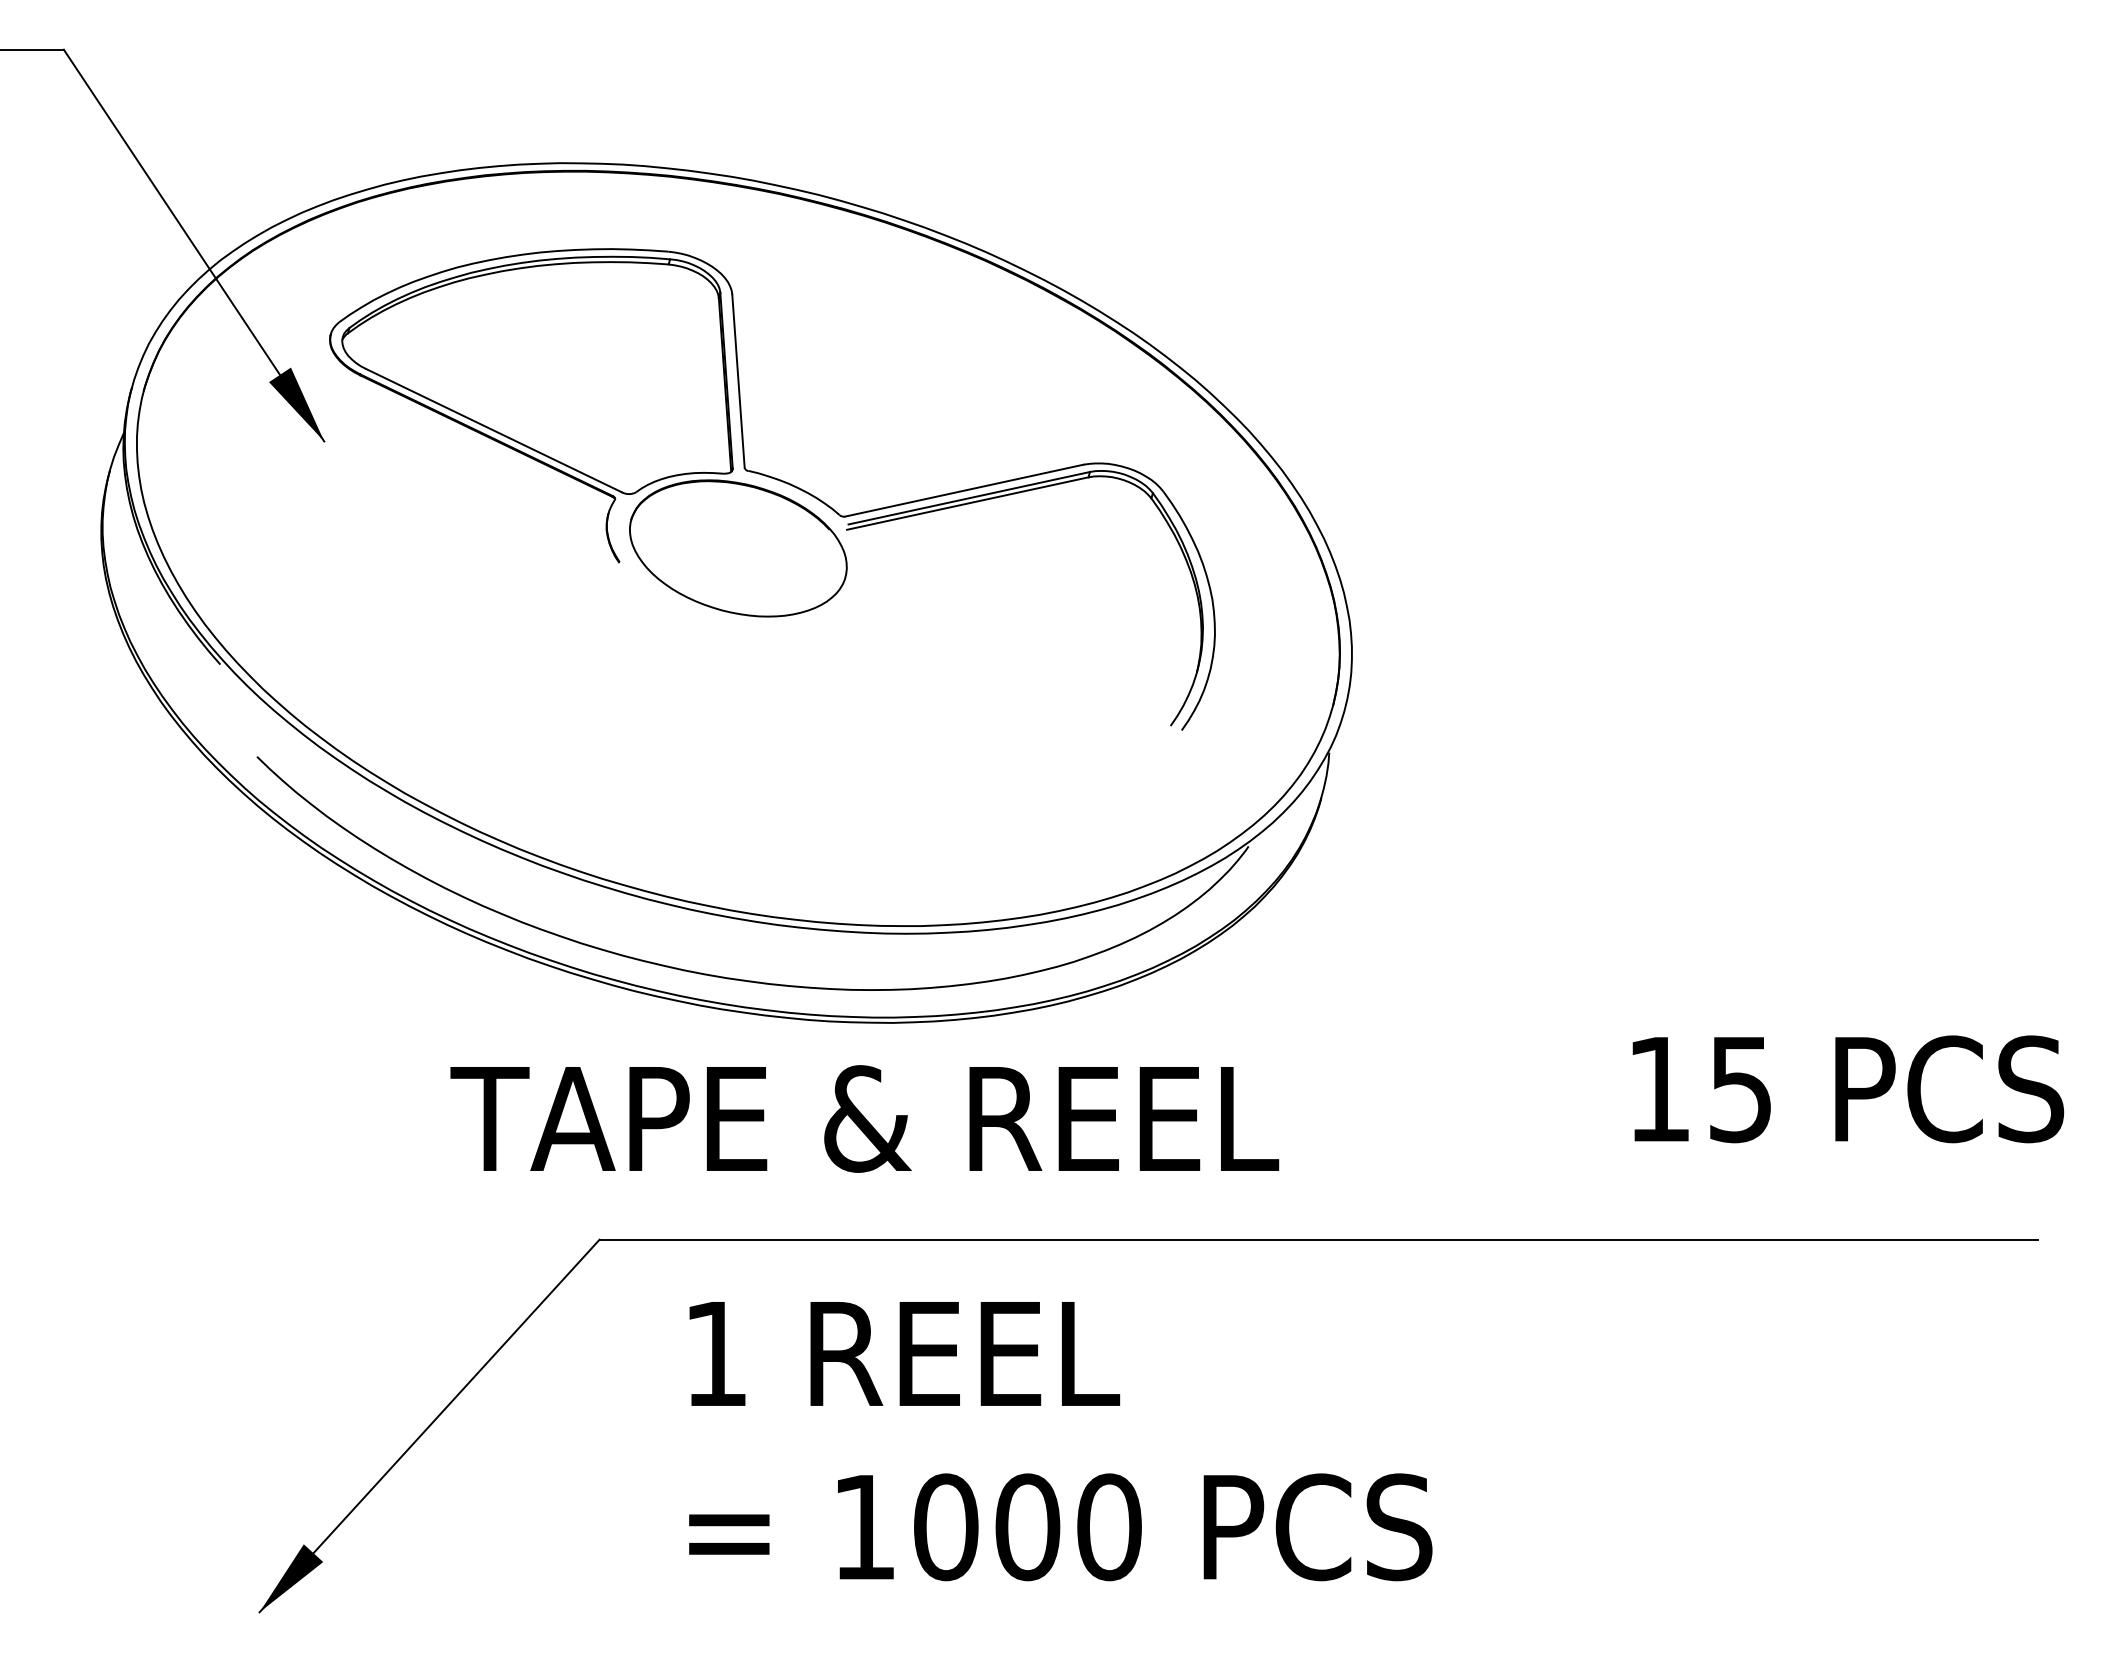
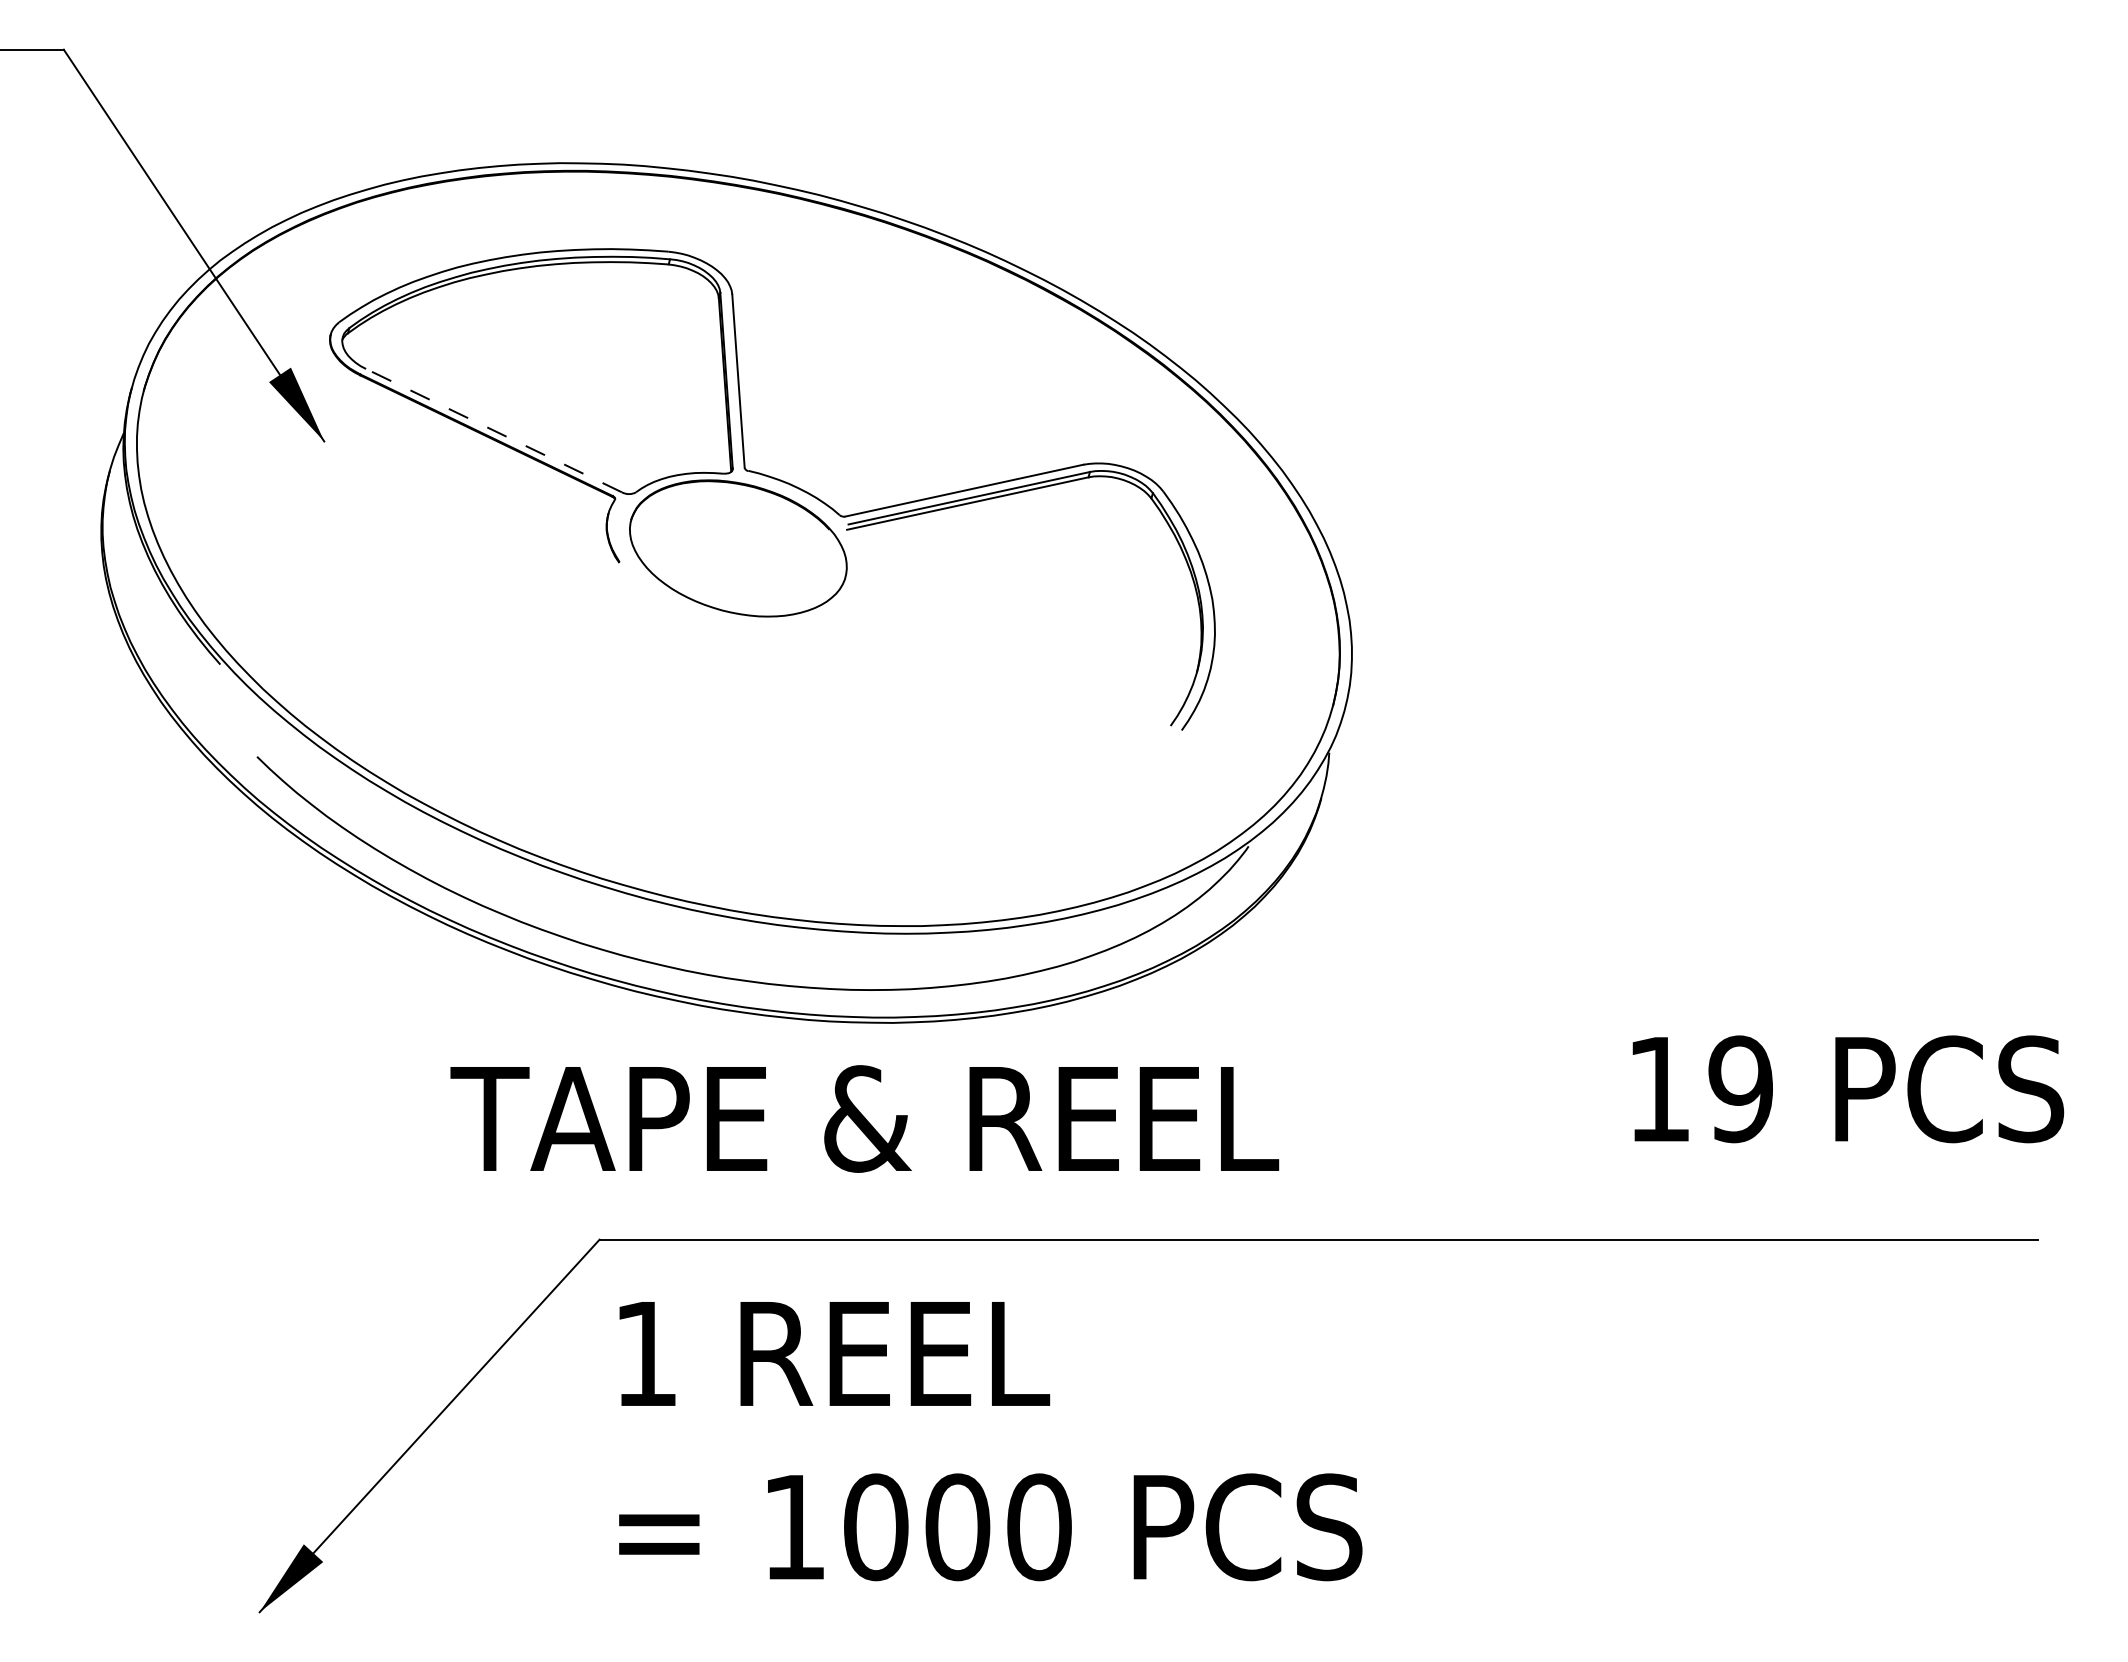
line at (493, 430): solid -> dashed
text at (1740, 1089): 15 -> 19
text at (1060, 1441) position: (1060, 1441) -> (990, 1441)
